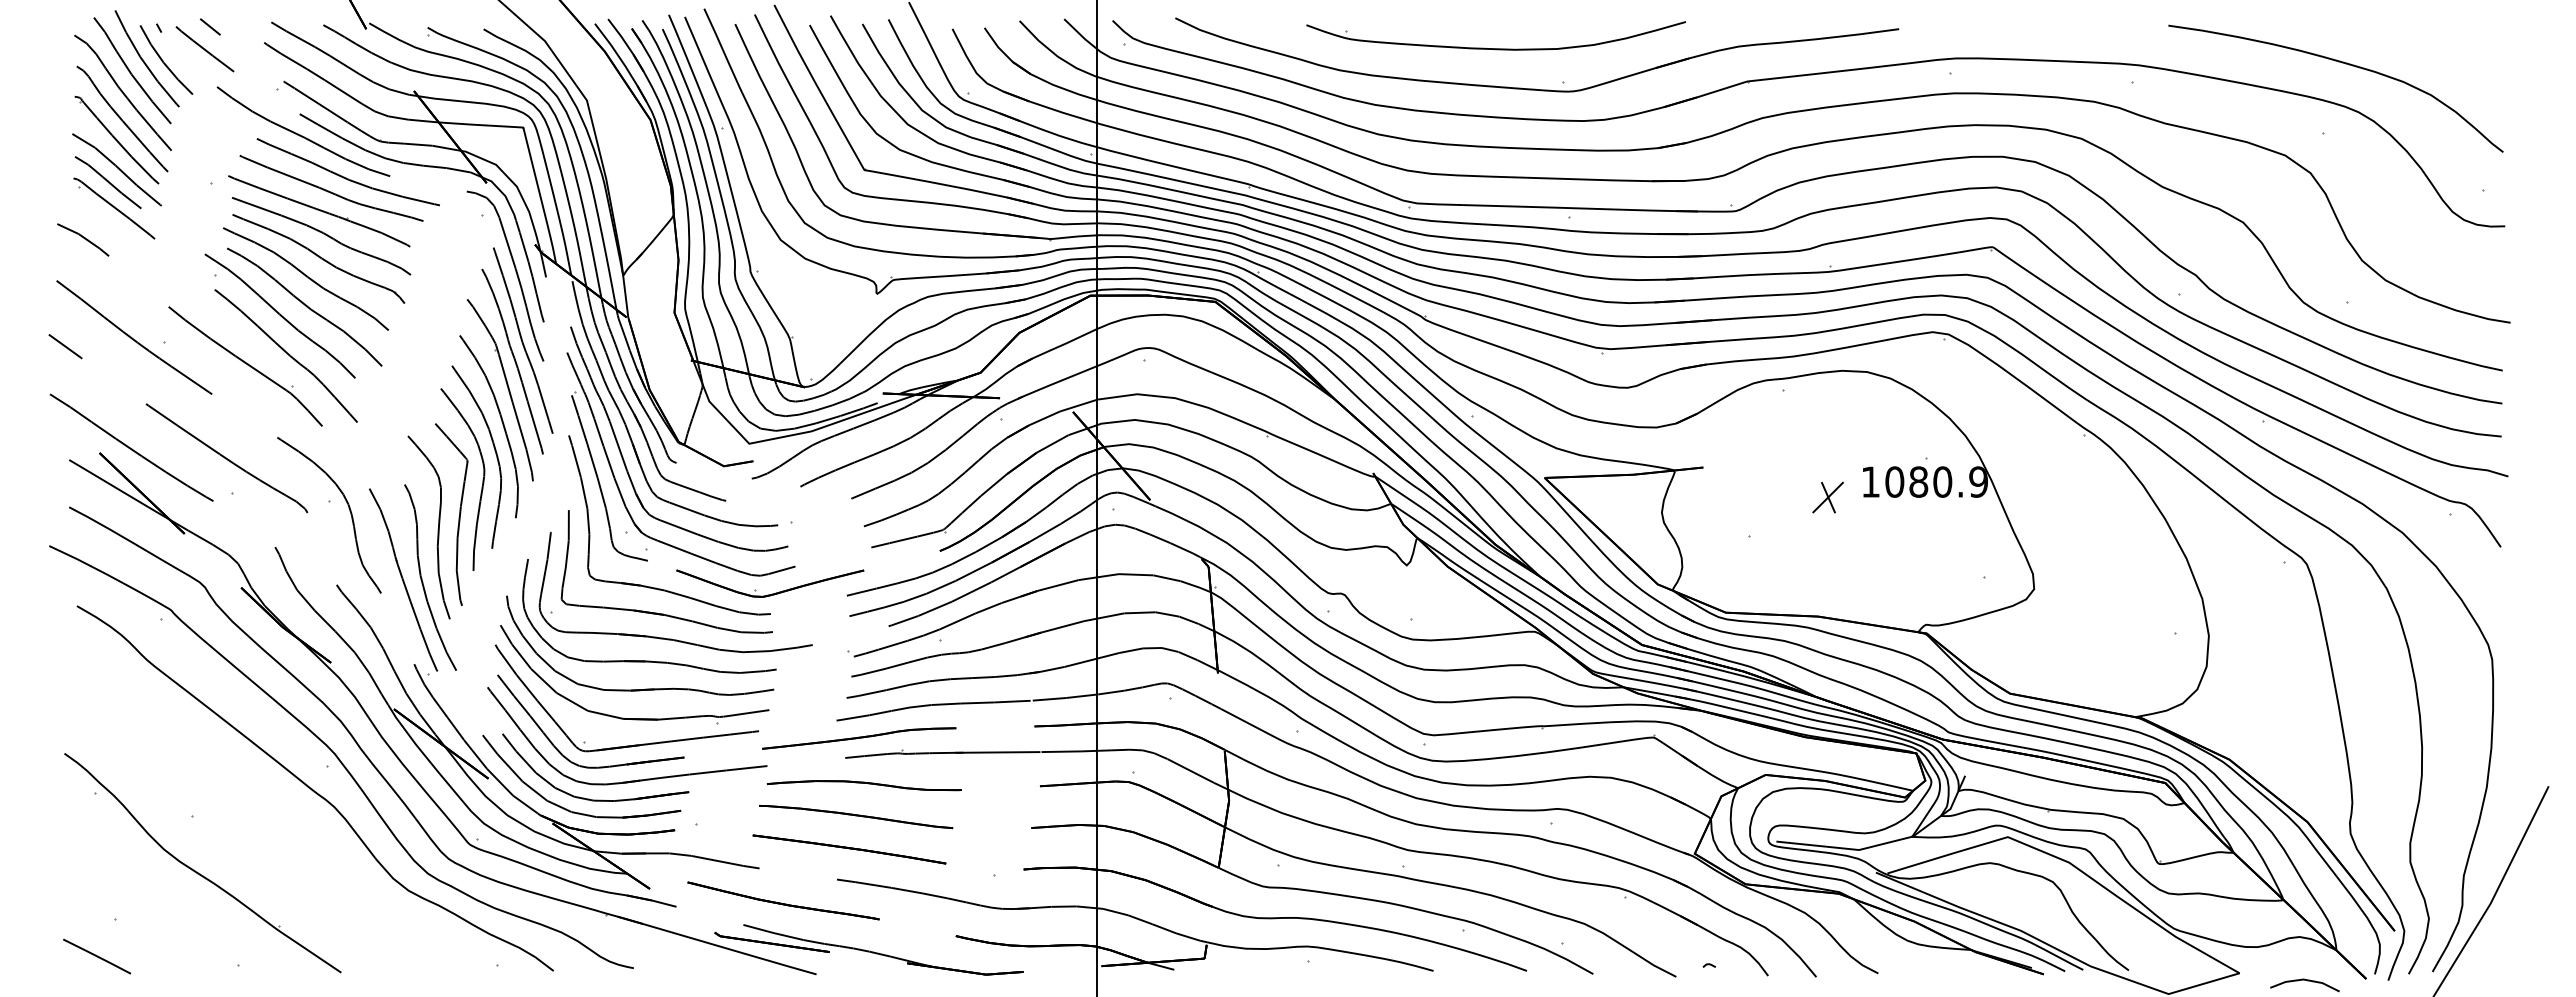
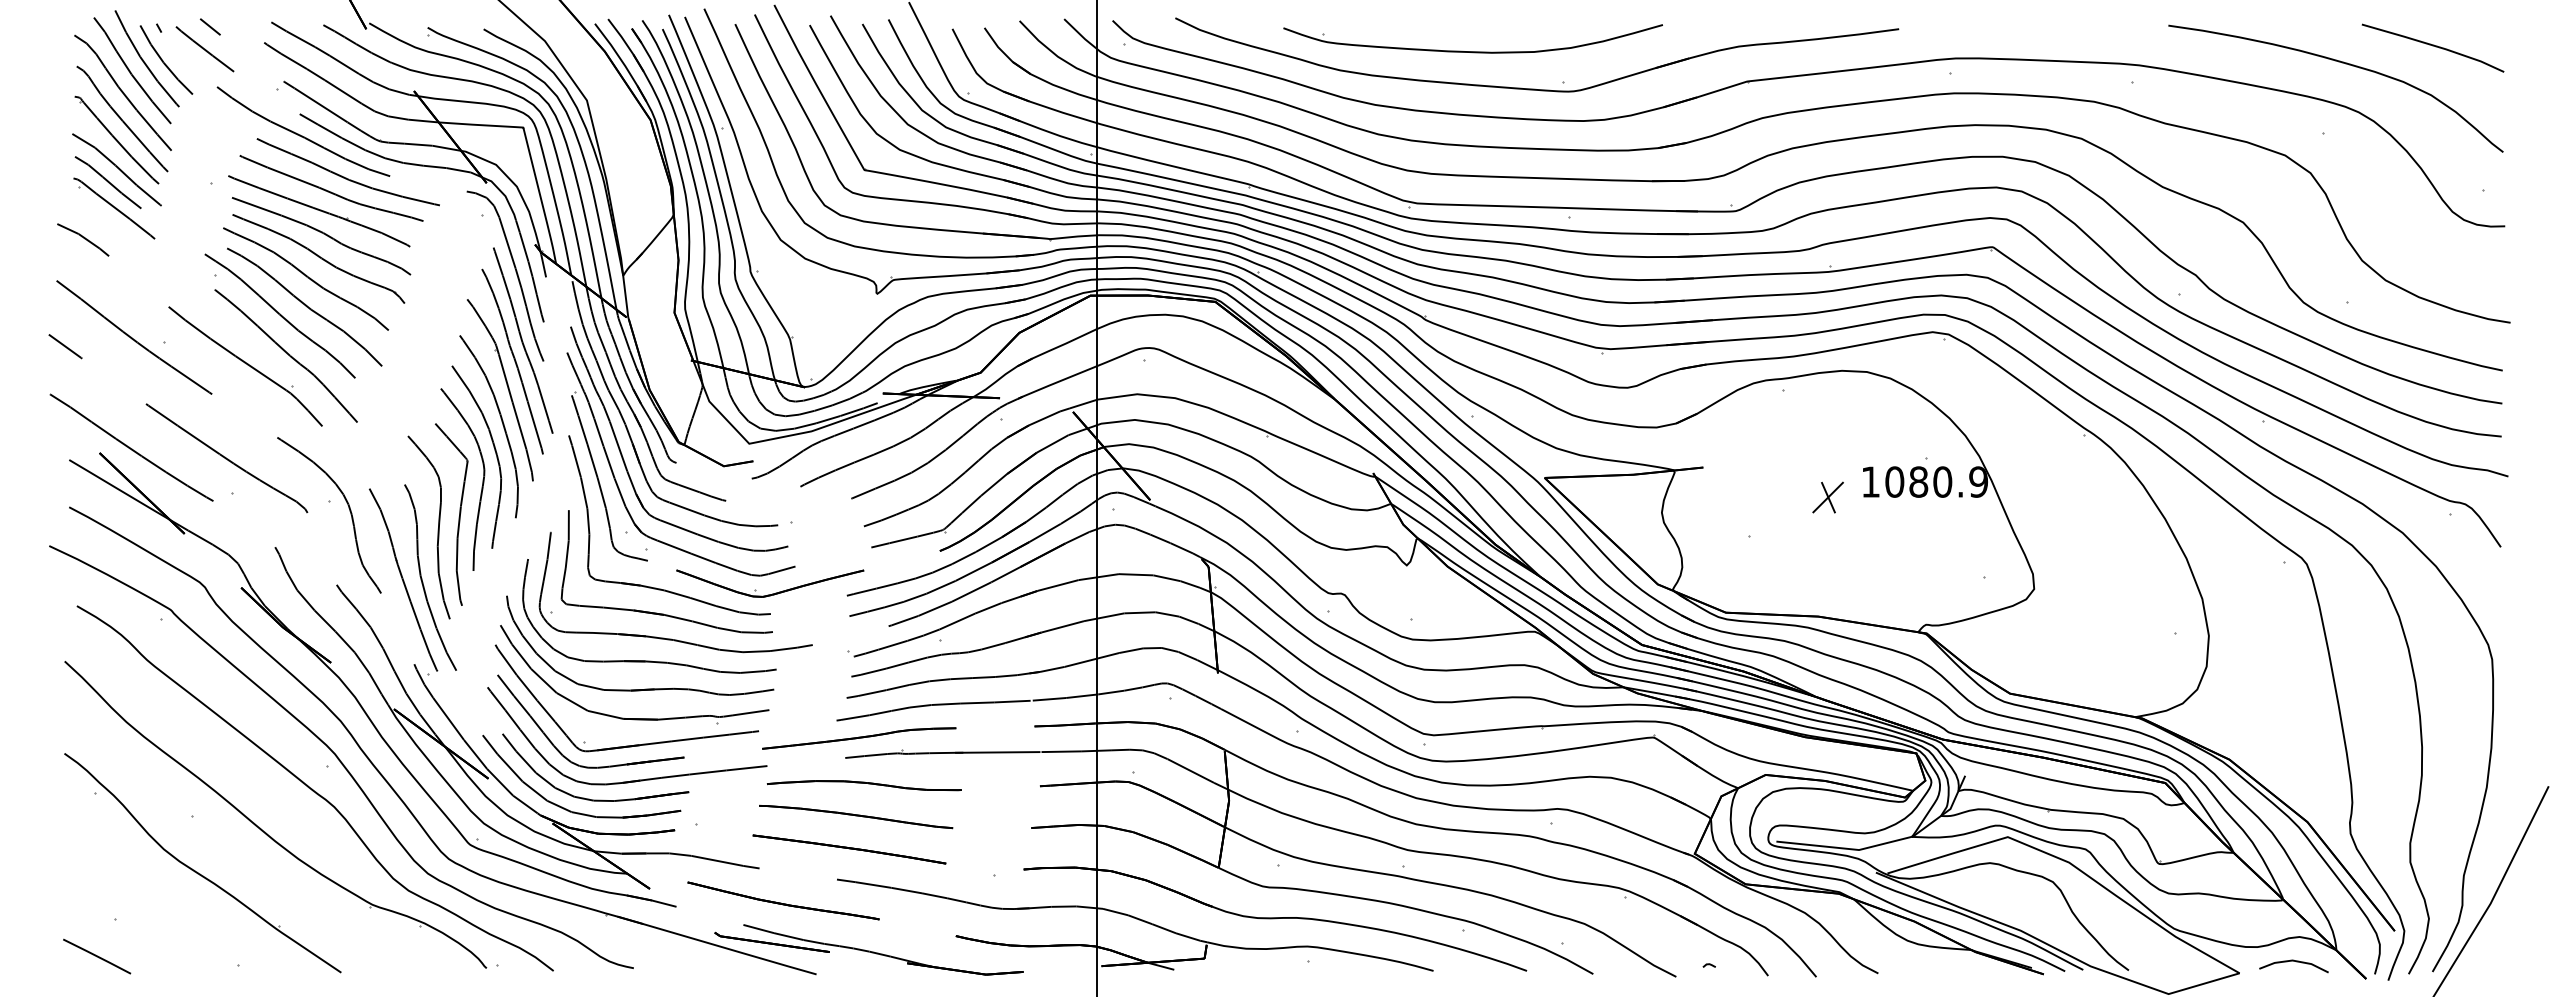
line at (2432, 46): none -> present
part at (1495, 48) position: (1495, 48) -> (1472, 51)
part at (265, 831): none -> present
line at (2304, 980) position: (2304, 980) -> (2293, 961)
